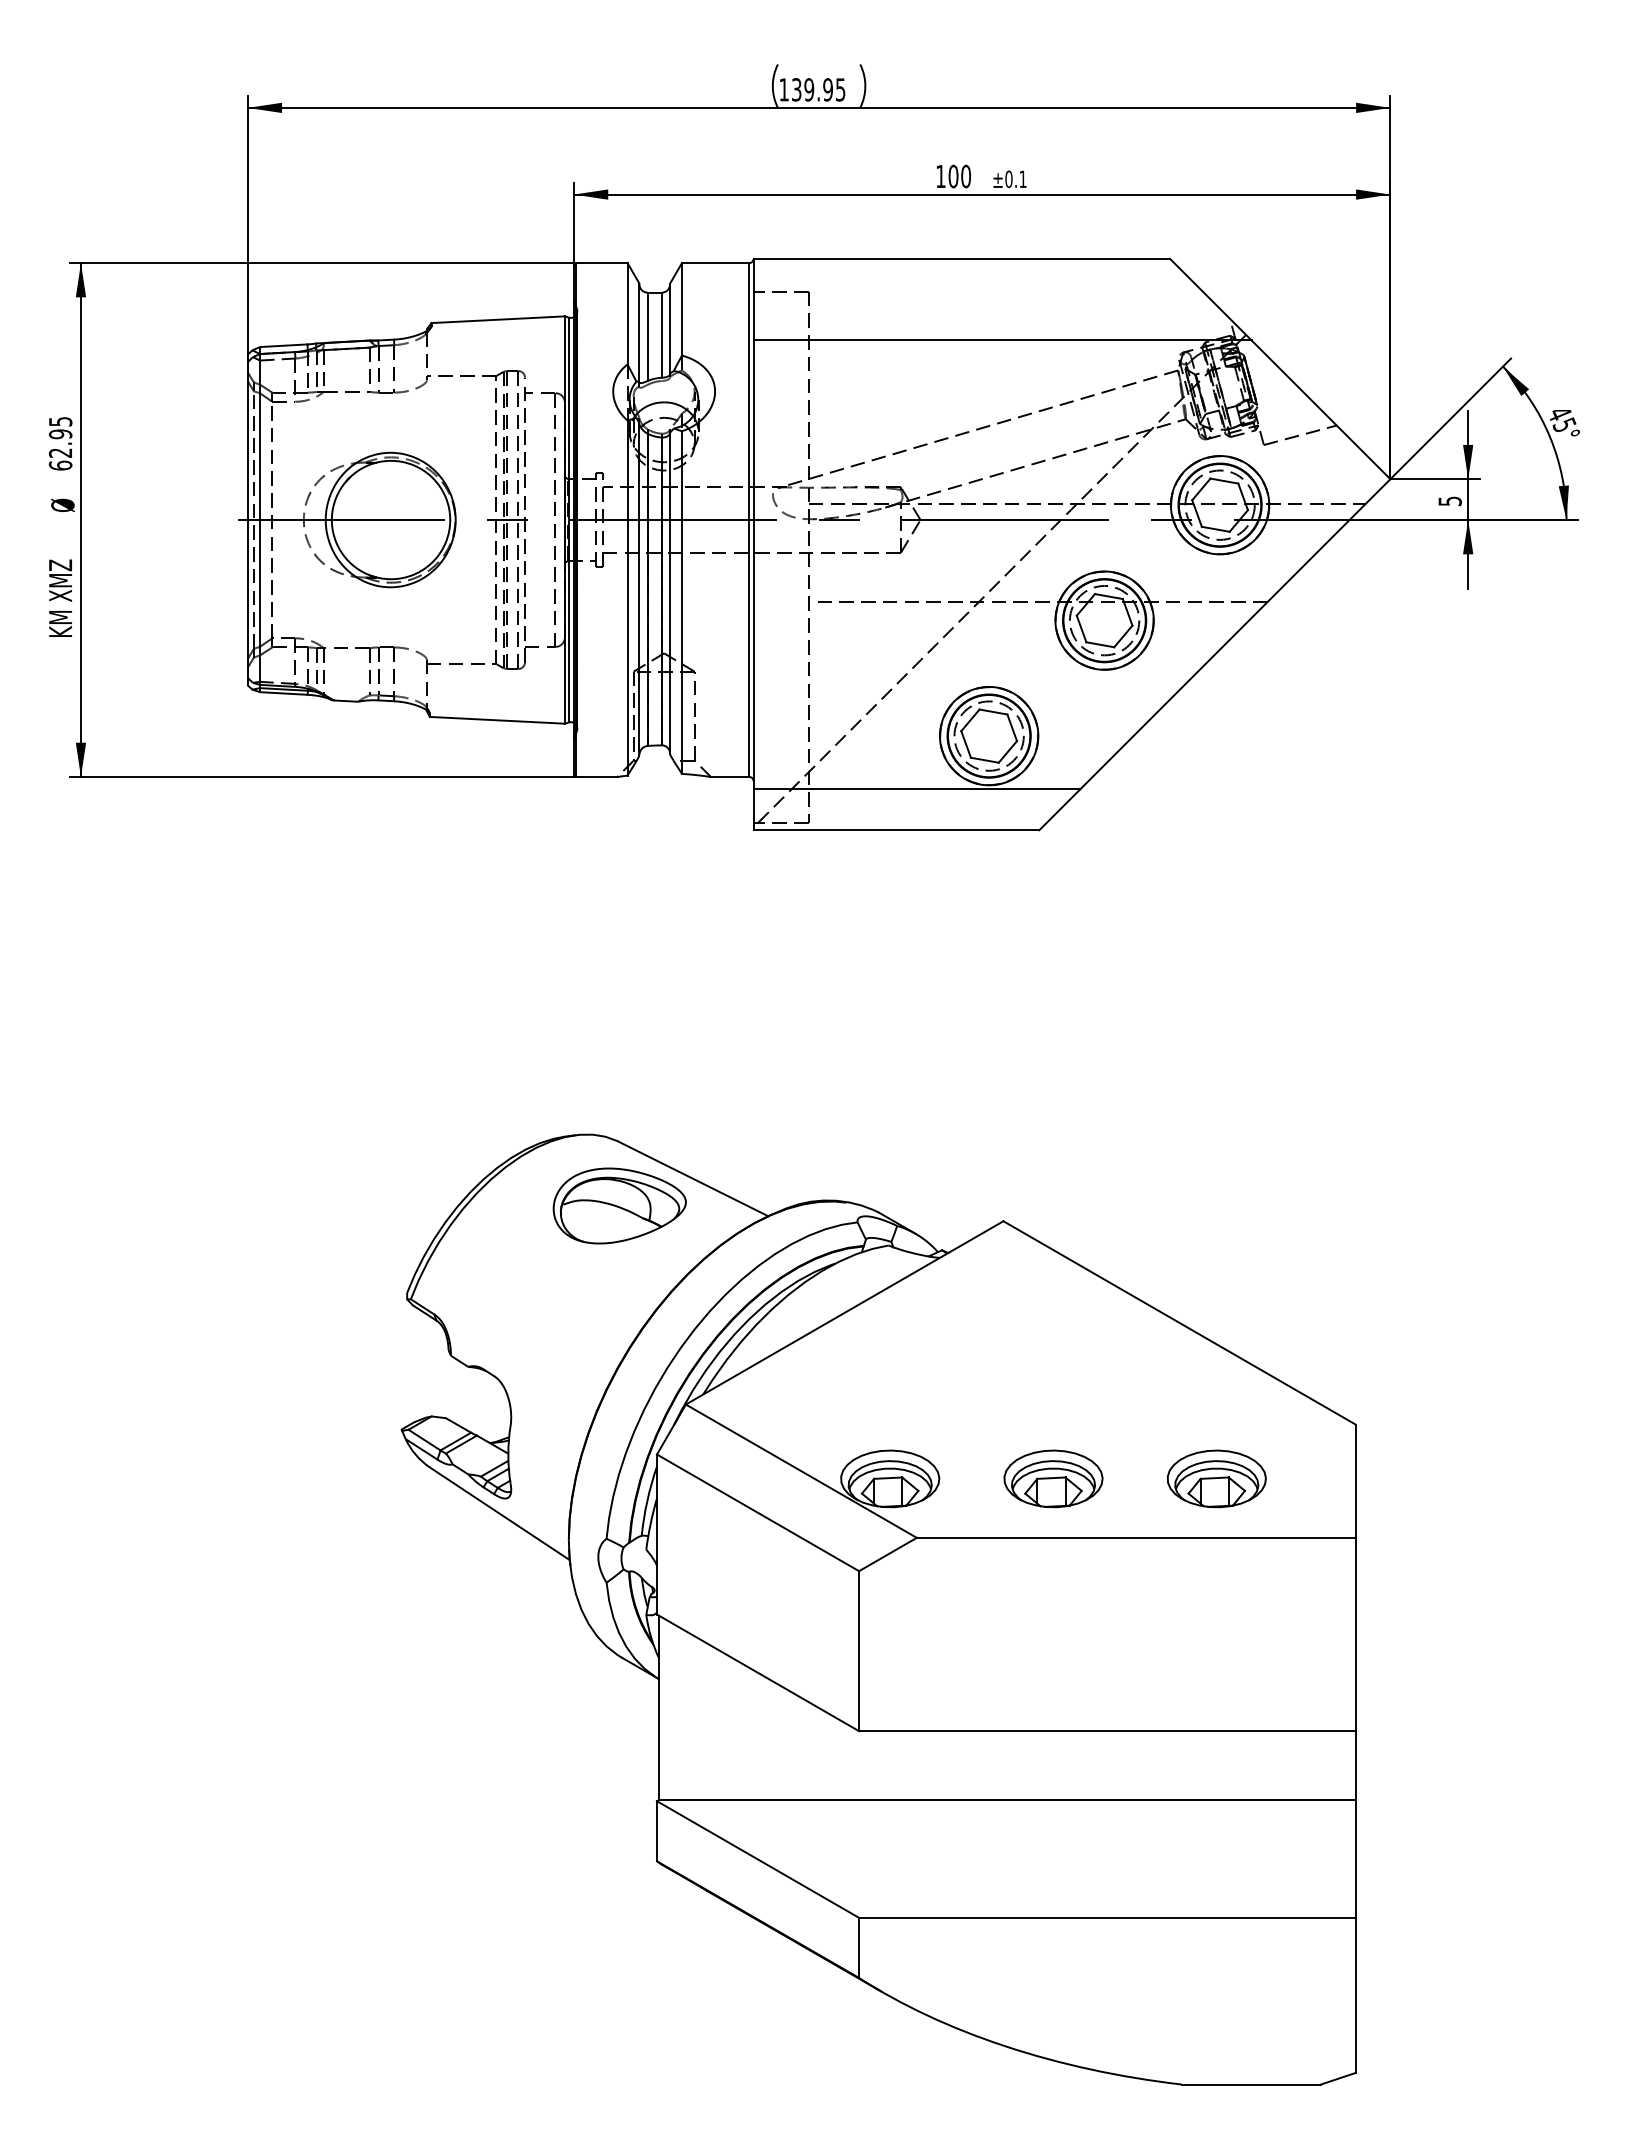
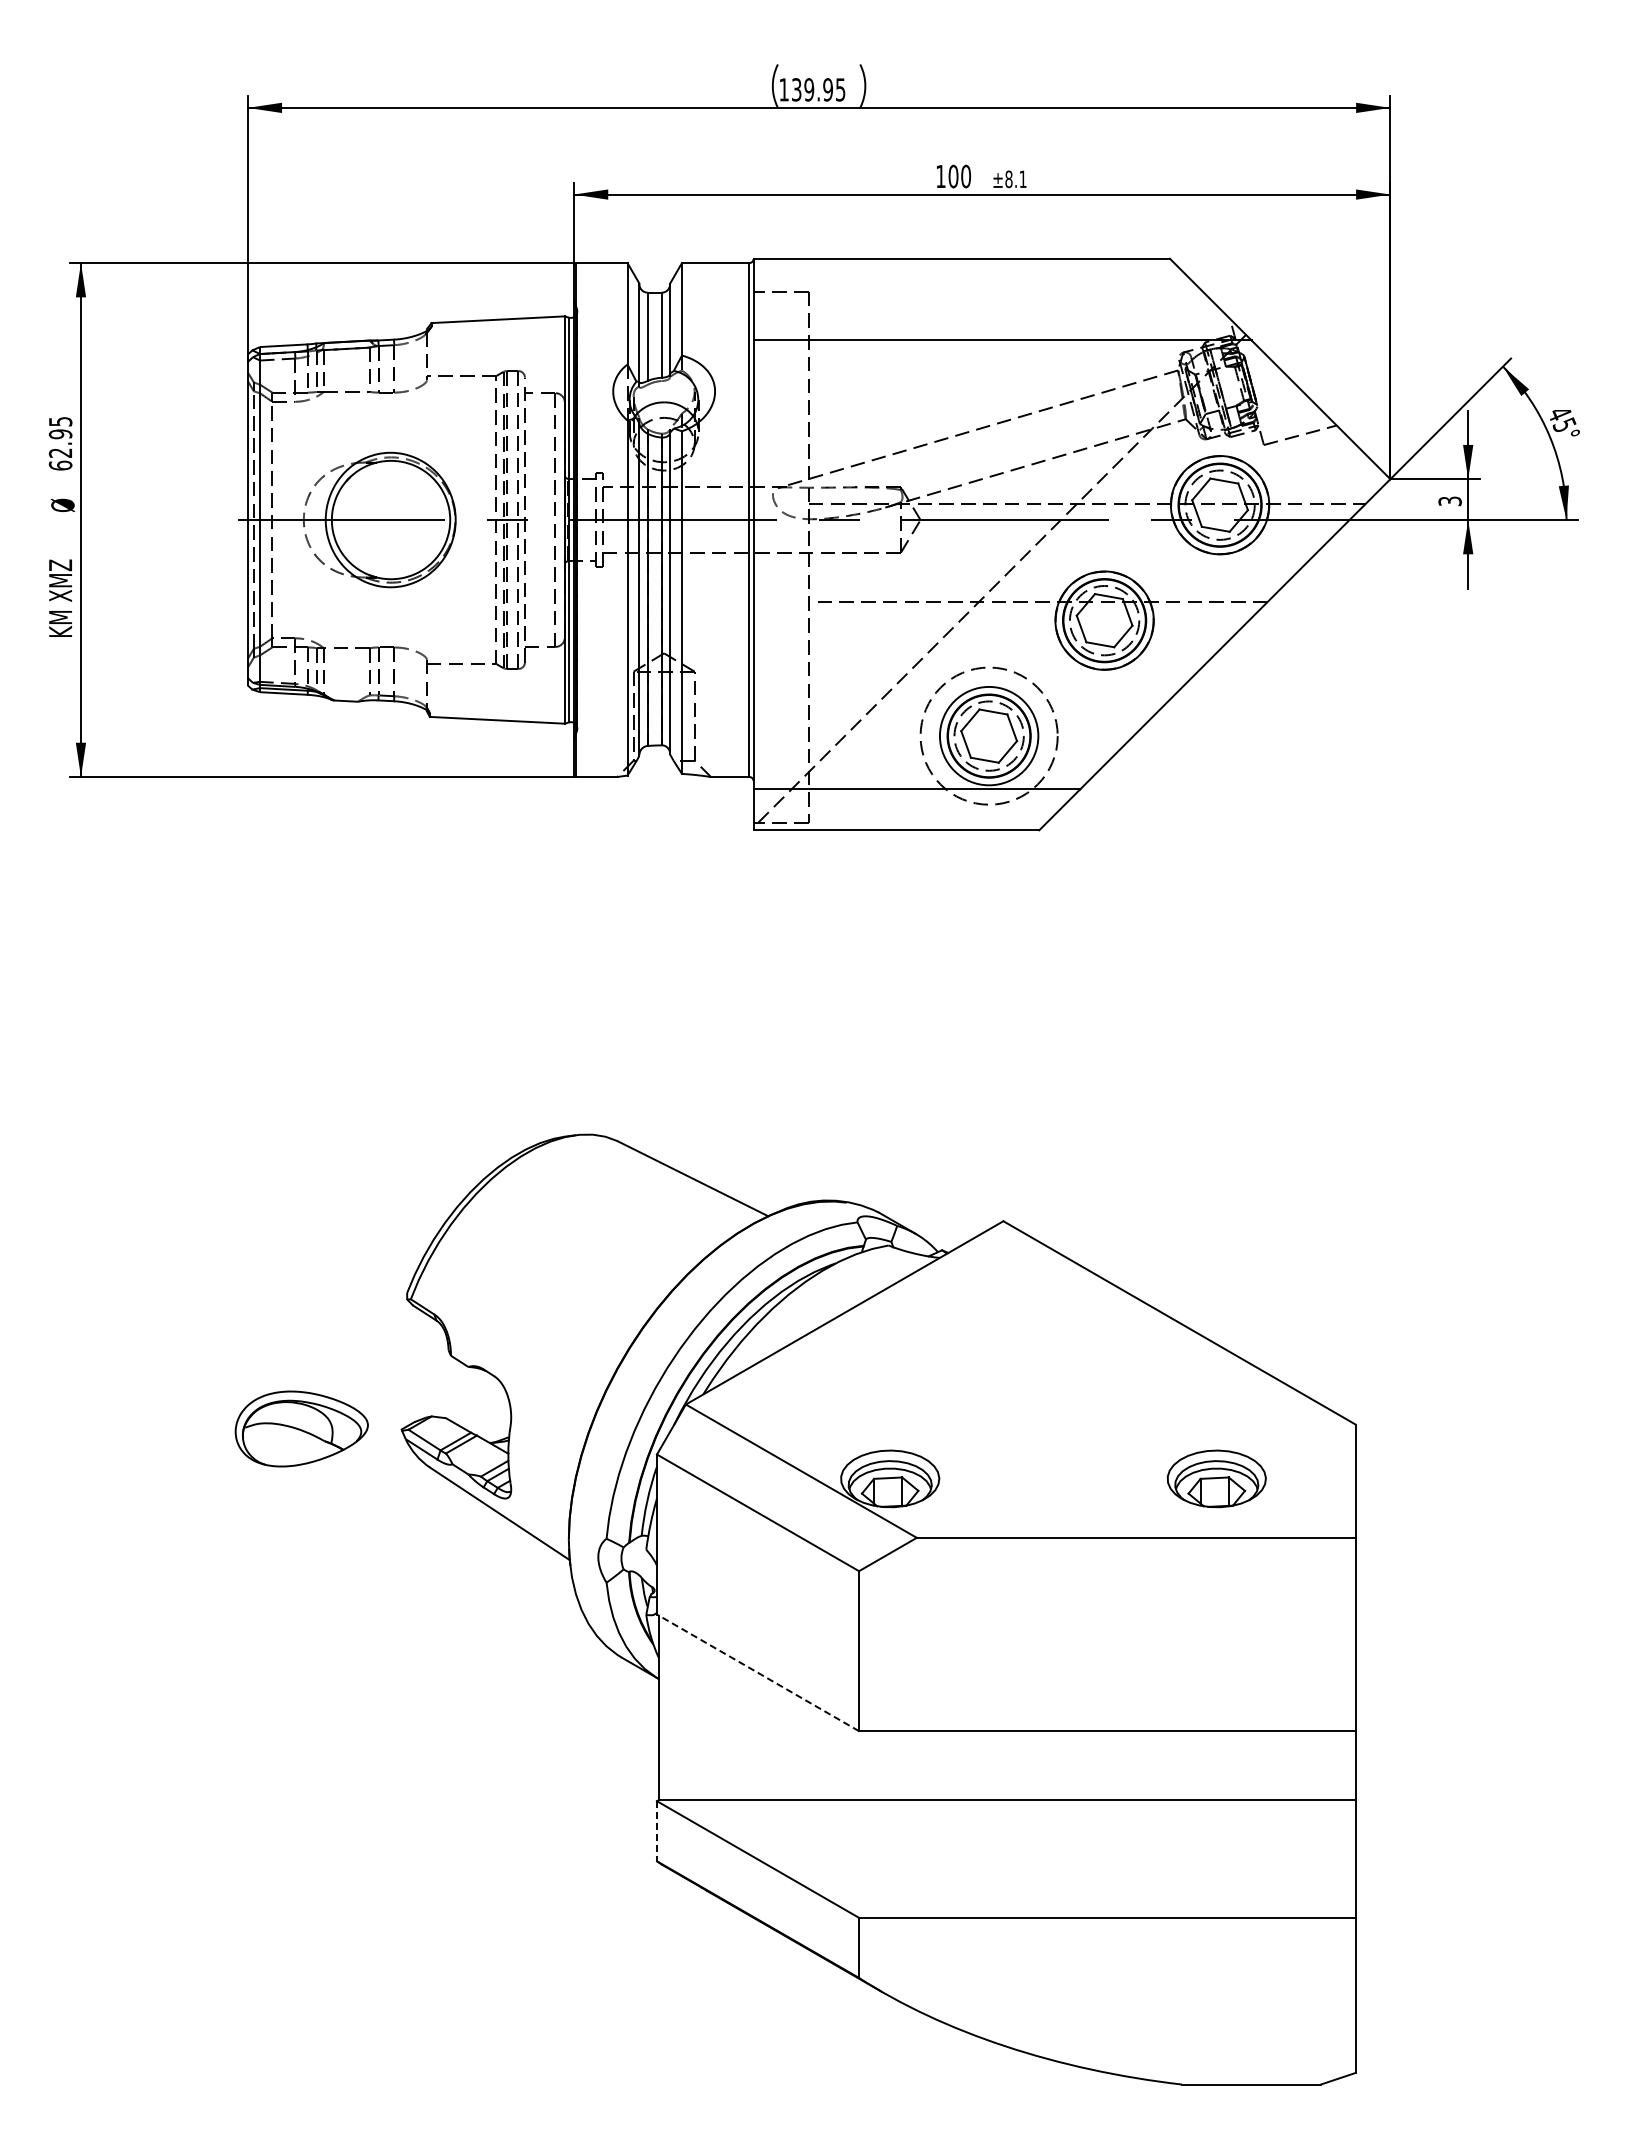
text at (1008, 179): ±0.1 -> ±8.1
text at (1449, 500): 5 -> 3
circle at (989, 736) diameter: 98 px -> 137 px
part at (619, 1205) position: (619, 1205) -> (301, 1428)
part at (1053, 1478): present -> none
line at (758, 1672): solid -> dashed
line at (657, 1831): solid -> dashed
